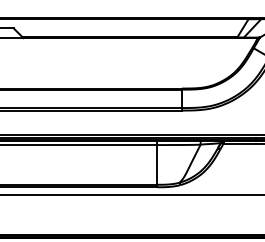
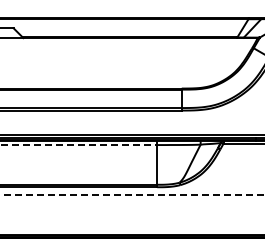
line at (79, 145): solid -> dashed
line at (132, 195): solid -> dashed
